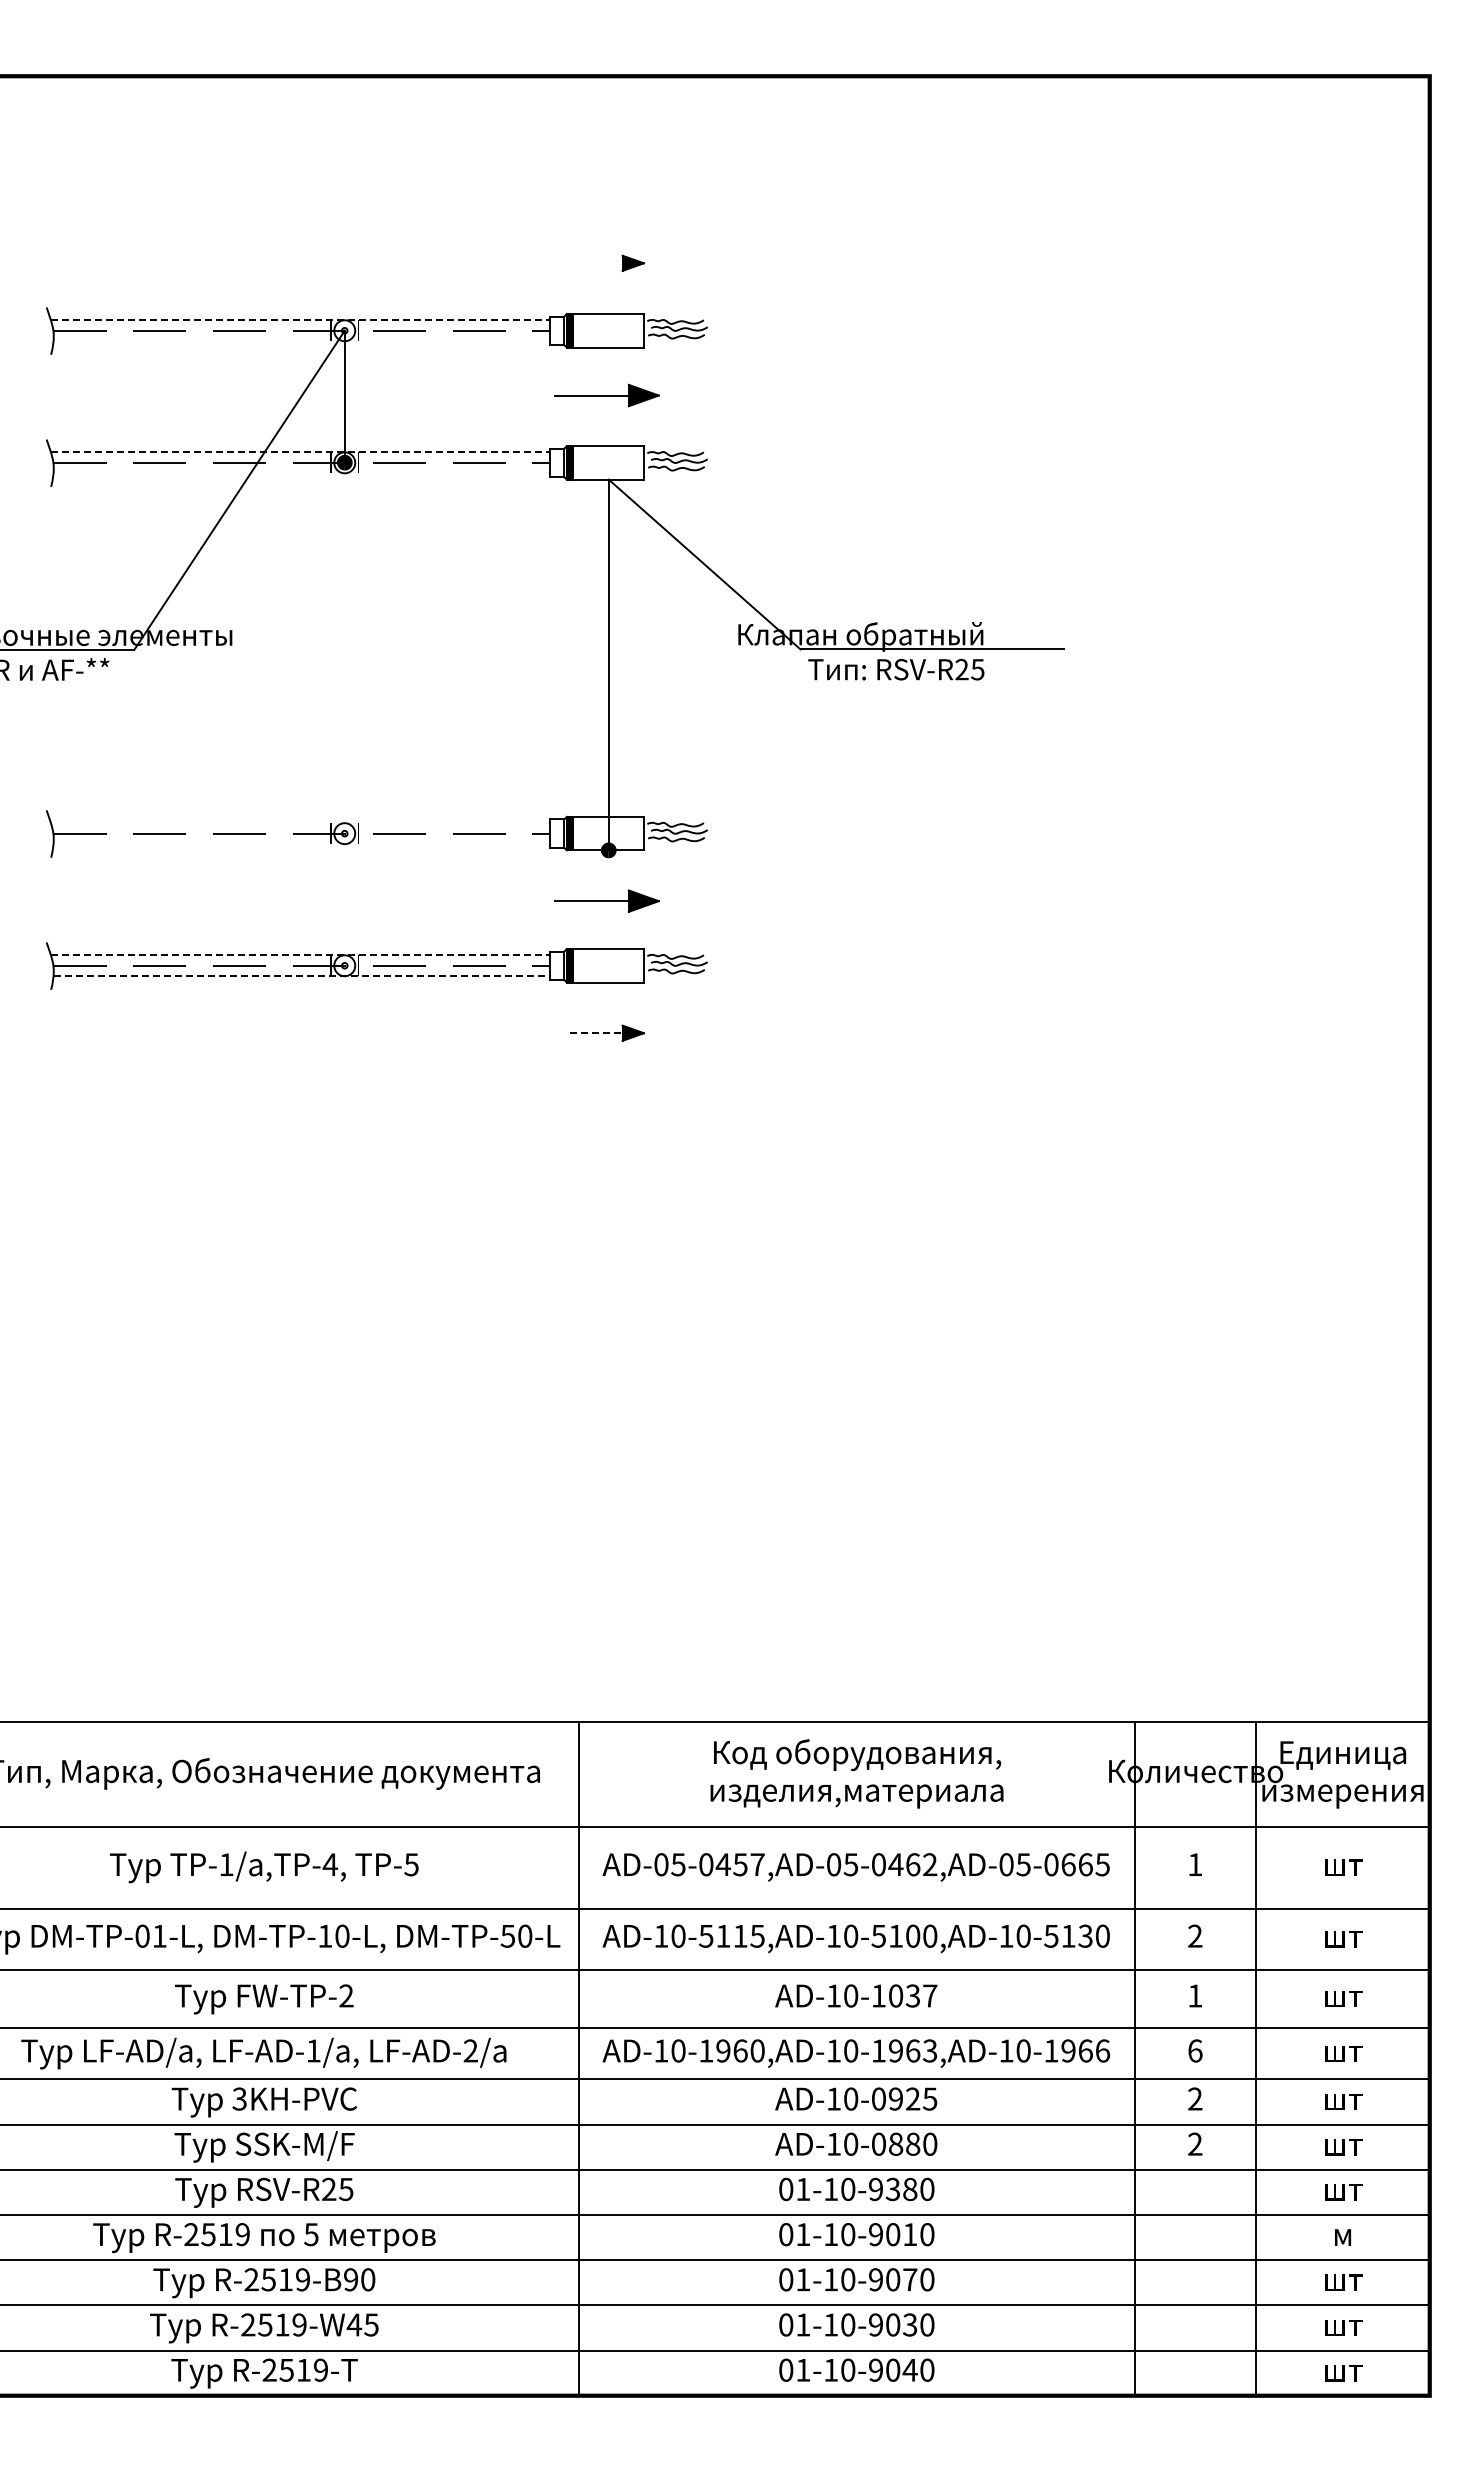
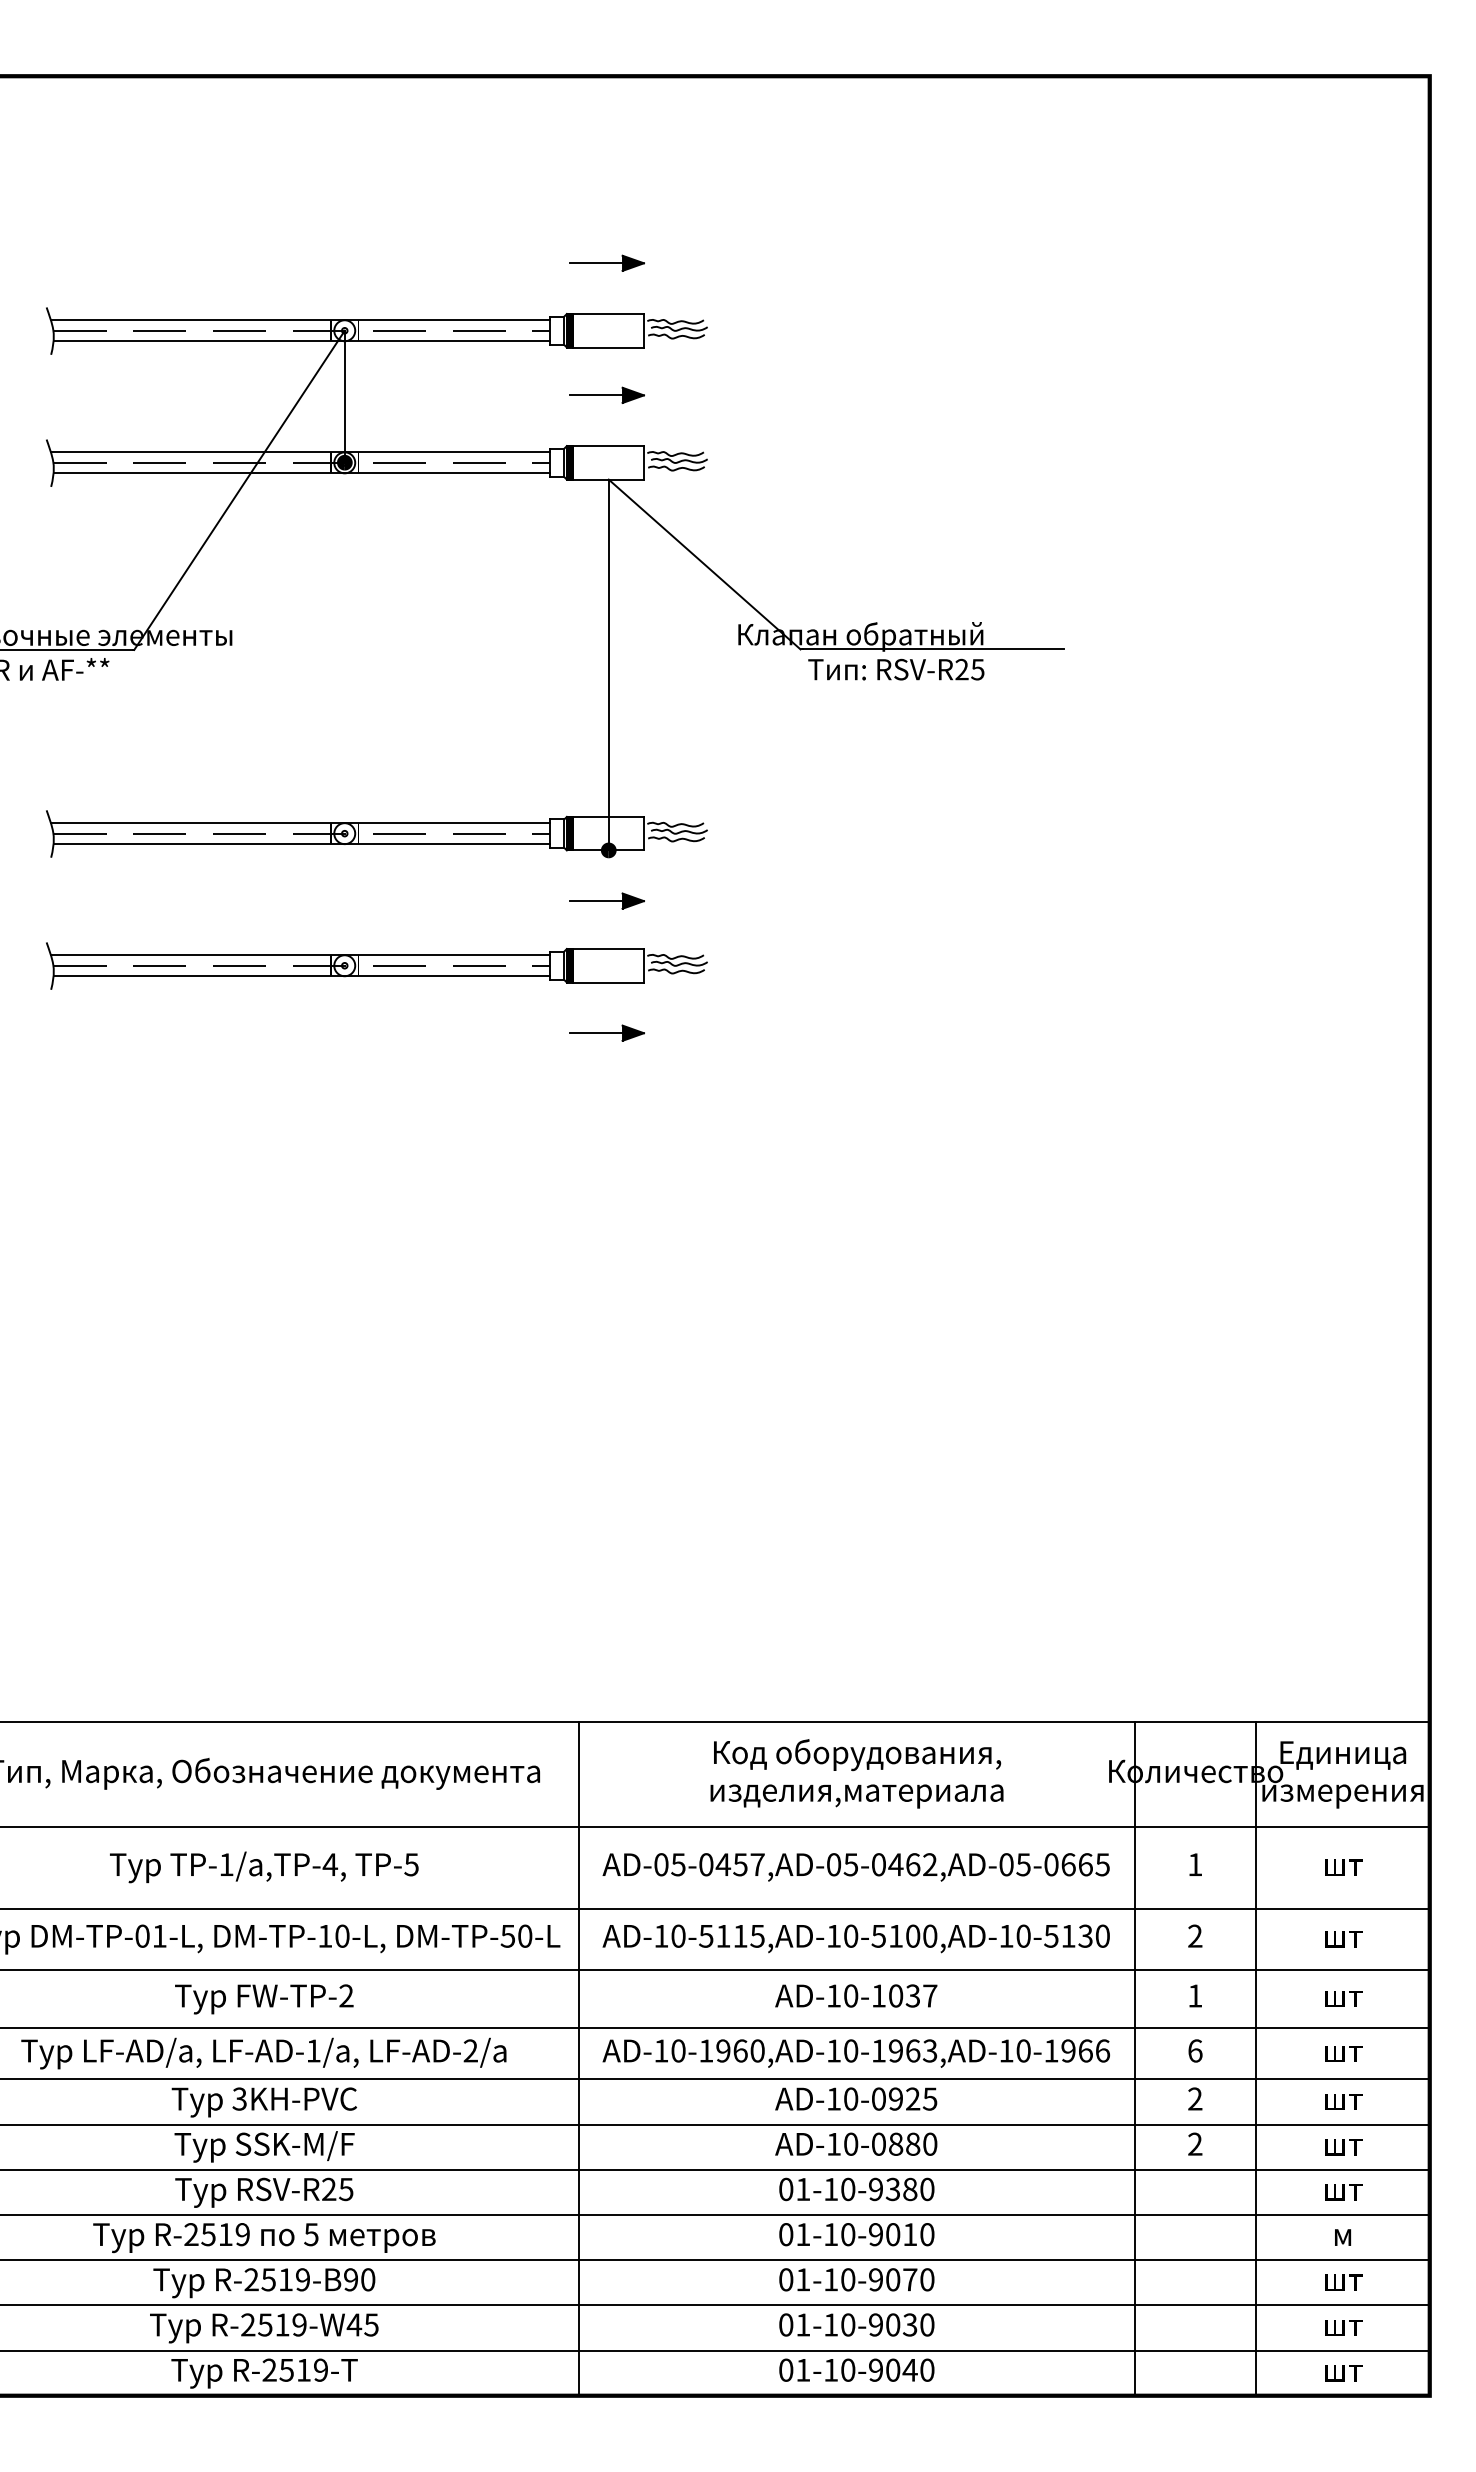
line at (595, 263): none -> present
line at (300, 320): dashed -> solid
line at (301, 341): none -> present
part at (606, 395) size: 106x25 px -> 76x18 px
line at (300, 452): dashed -> solid
line at (301, 473): none -> present
line at (300, 823): none -> present
line at (301, 844): none -> present
part at (606, 900) size: 106x24 px -> 76x18 px
line at (300, 955): dashed -> solid
line at (302, 976): dashed -> solid
line at (596, 1033): dashed -> solid
